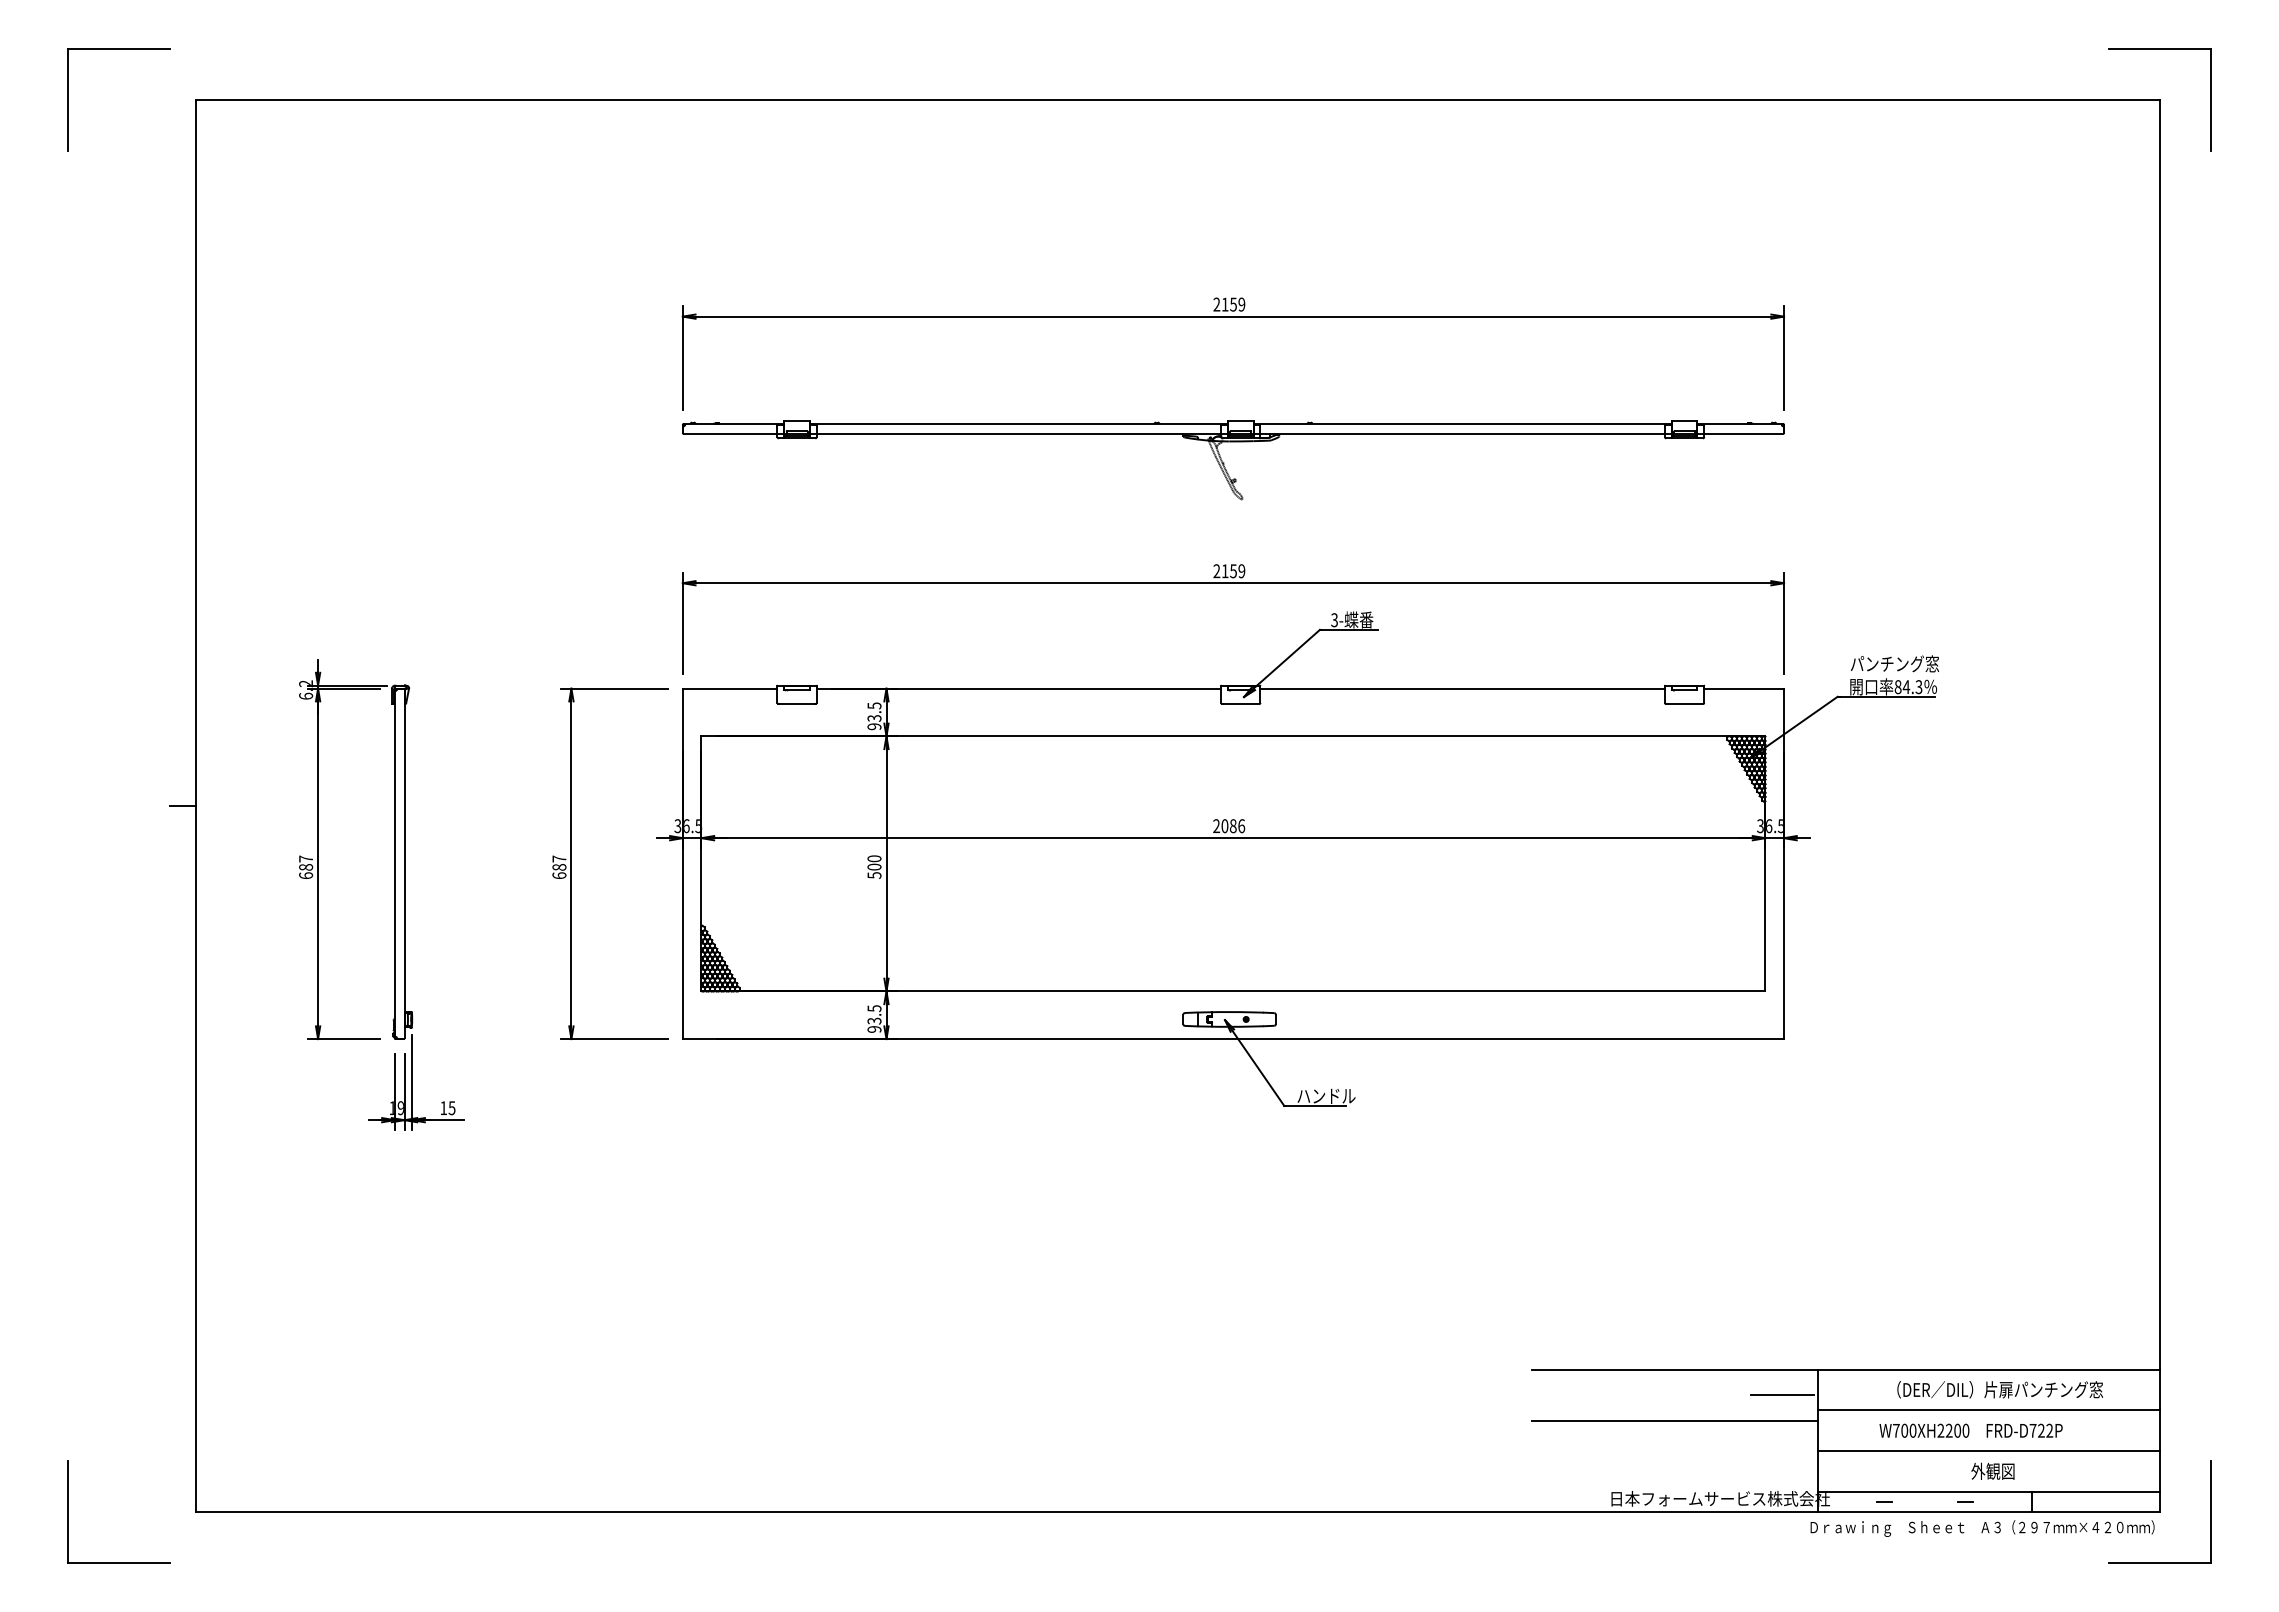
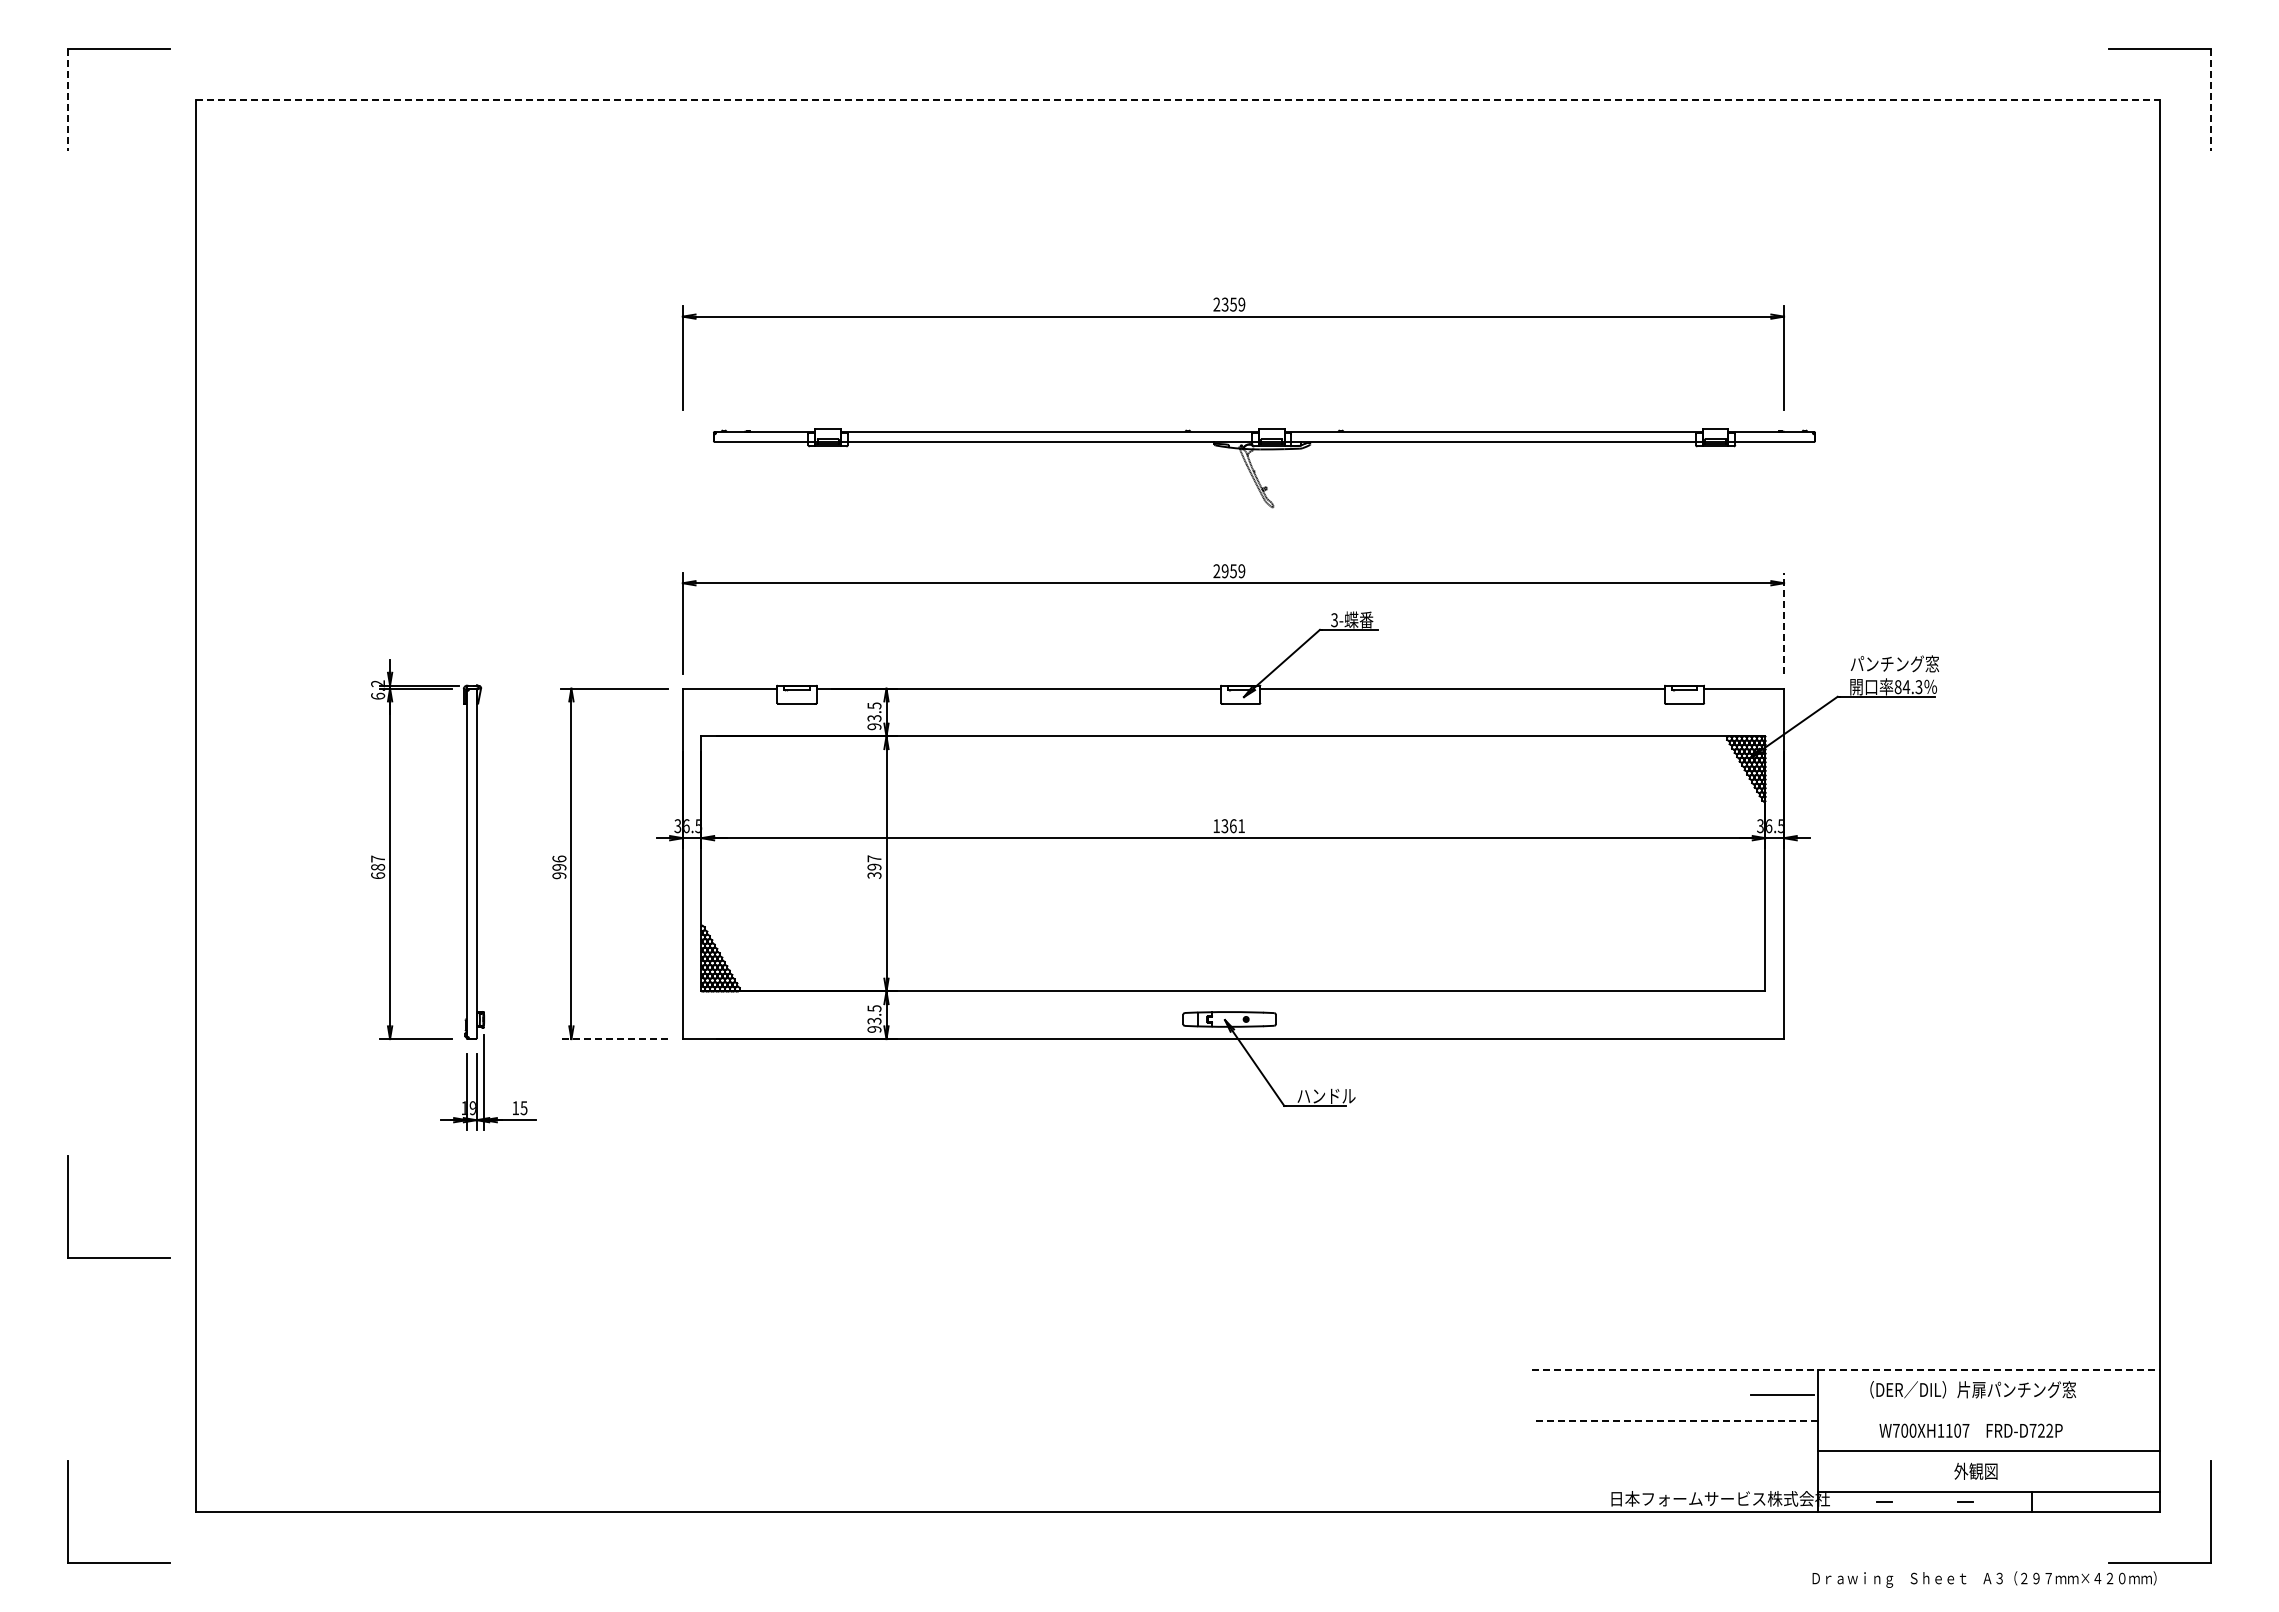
line at (1177, 99): solid -> dashed
line at (68, 100): solid -> dashed
line at (2210, 100): solid -> dashed
text at (1224, 304): 2159 -> 2359
part at (1224, 462) position: (1224, 462) -> (1255, 470)
text at (1224, 571): 2159 -> 2959
line at (1784, 622): solid -> dashed
line at (182, 805): present -> none
text at (1229, 826): 2086 -> 1361
text at (874, 866): 500 -> 397
text at (559, 867): 687 -> 996
part at (394, 894) position: (394, 894) -> (466, 894)
line at (614, 1039): solid -> dashed
part at (68, 1206): none -> present
line at (1845, 1369): solid -> dashed
text at (1999, 1389) position: (1999, 1389) -> (1972, 1389)
line at (1988, 1410): present -> none
line at (1675, 1420): solid -> dashed
text at (1953, 1430): W700XH2200 -> W700XH1107
text at (1992, 1470) position: (1992, 1470) -> (1975, 1470)
text at (1982, 1528) position: (1982, 1528) -> (1984, 1579)
